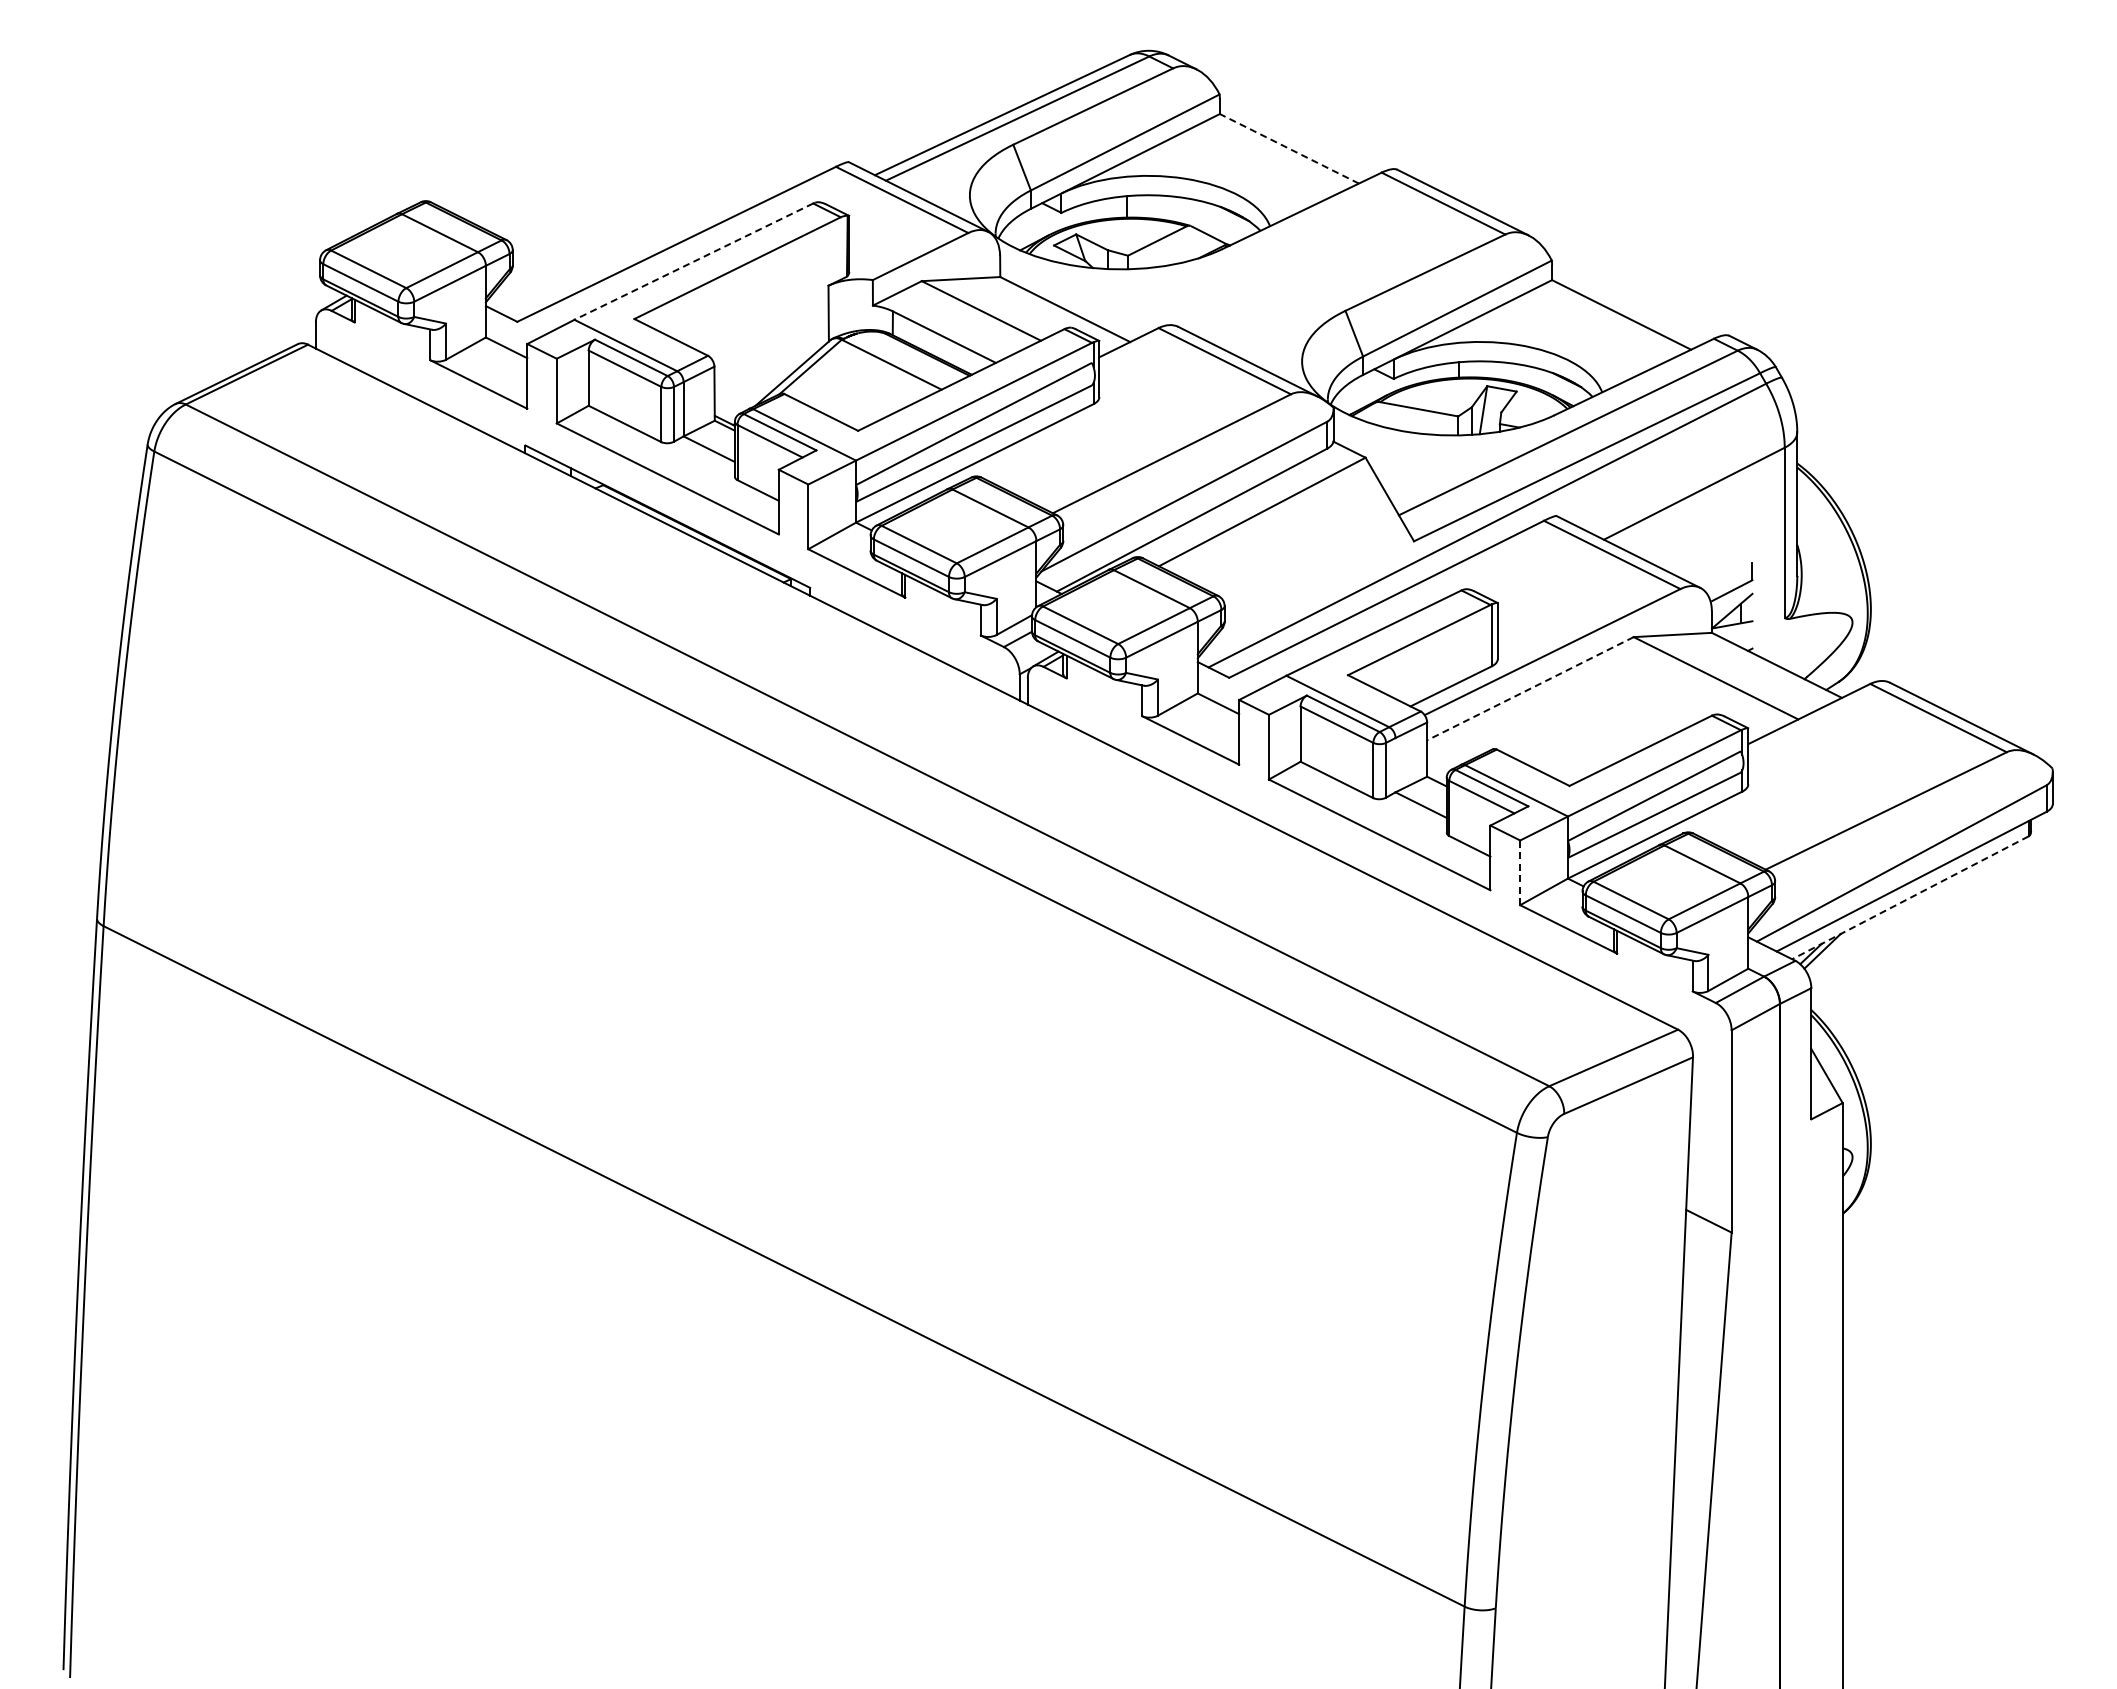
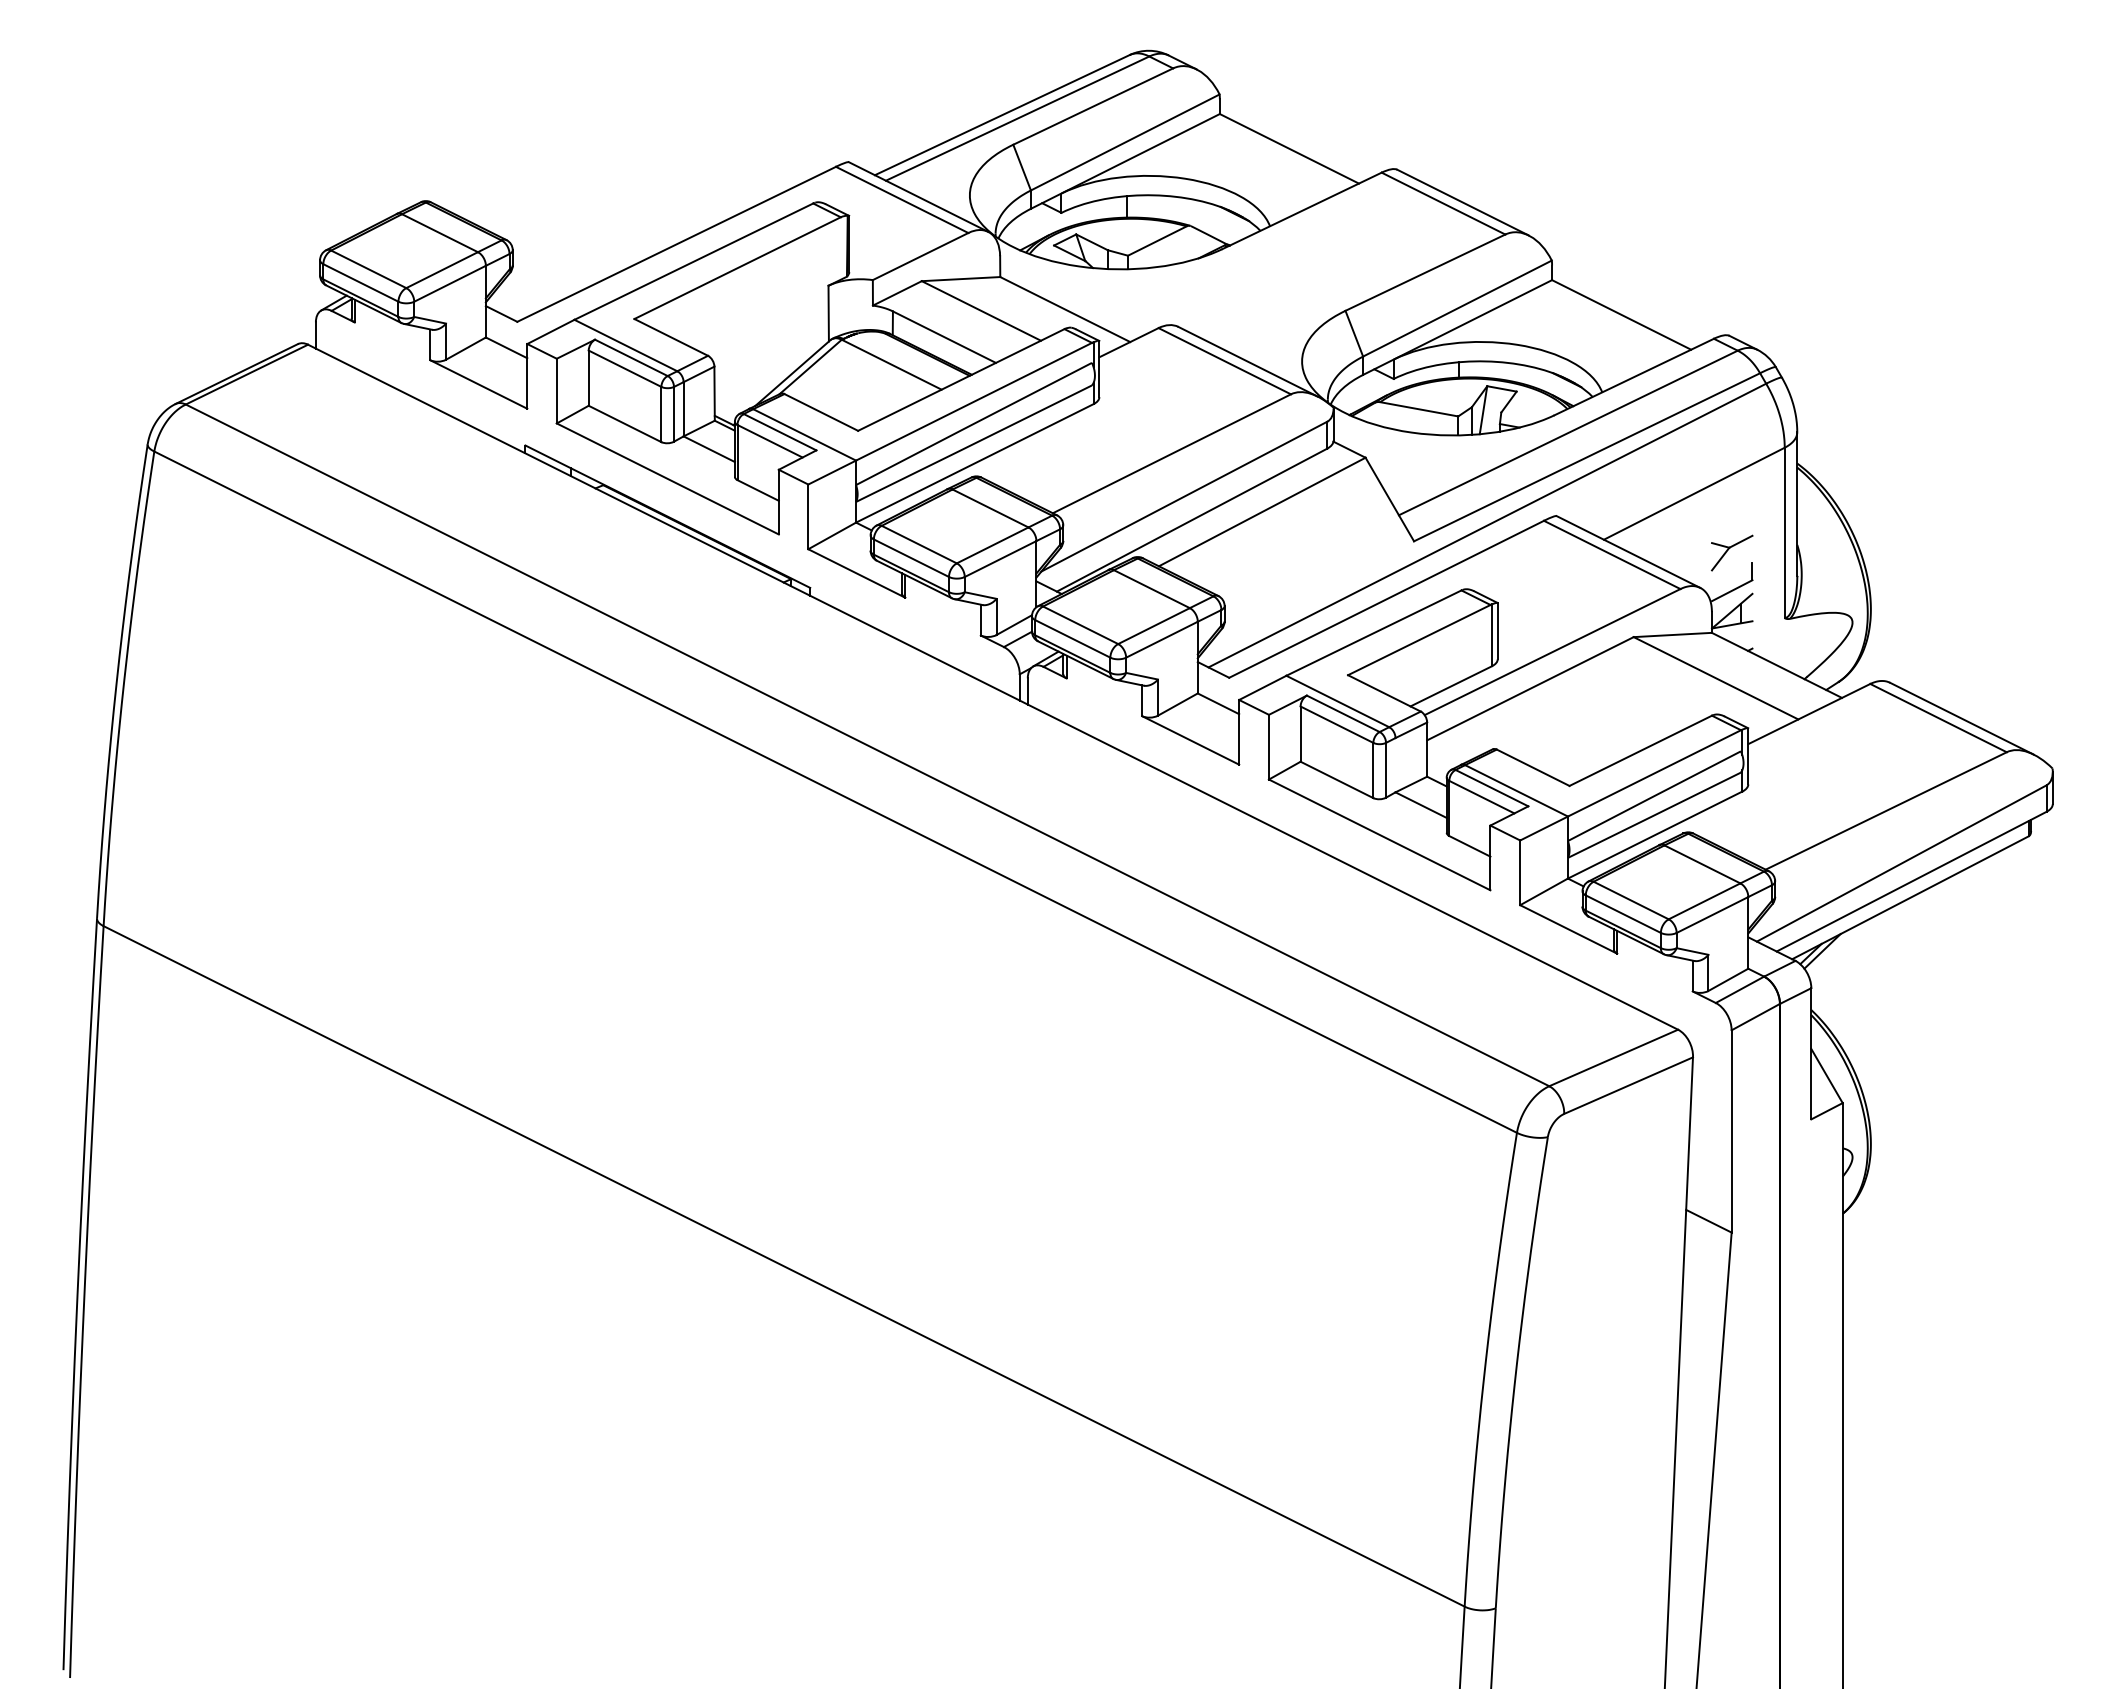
line at (1289, 148): dashed -> solid
line at (693, 261): dashed -> solid
part at (1732, 552): none -> present
line at (1529, 688): dashed -> solid
line at (1520, 872): dashed -> solid
line at (1909, 898): dashed -> solid
